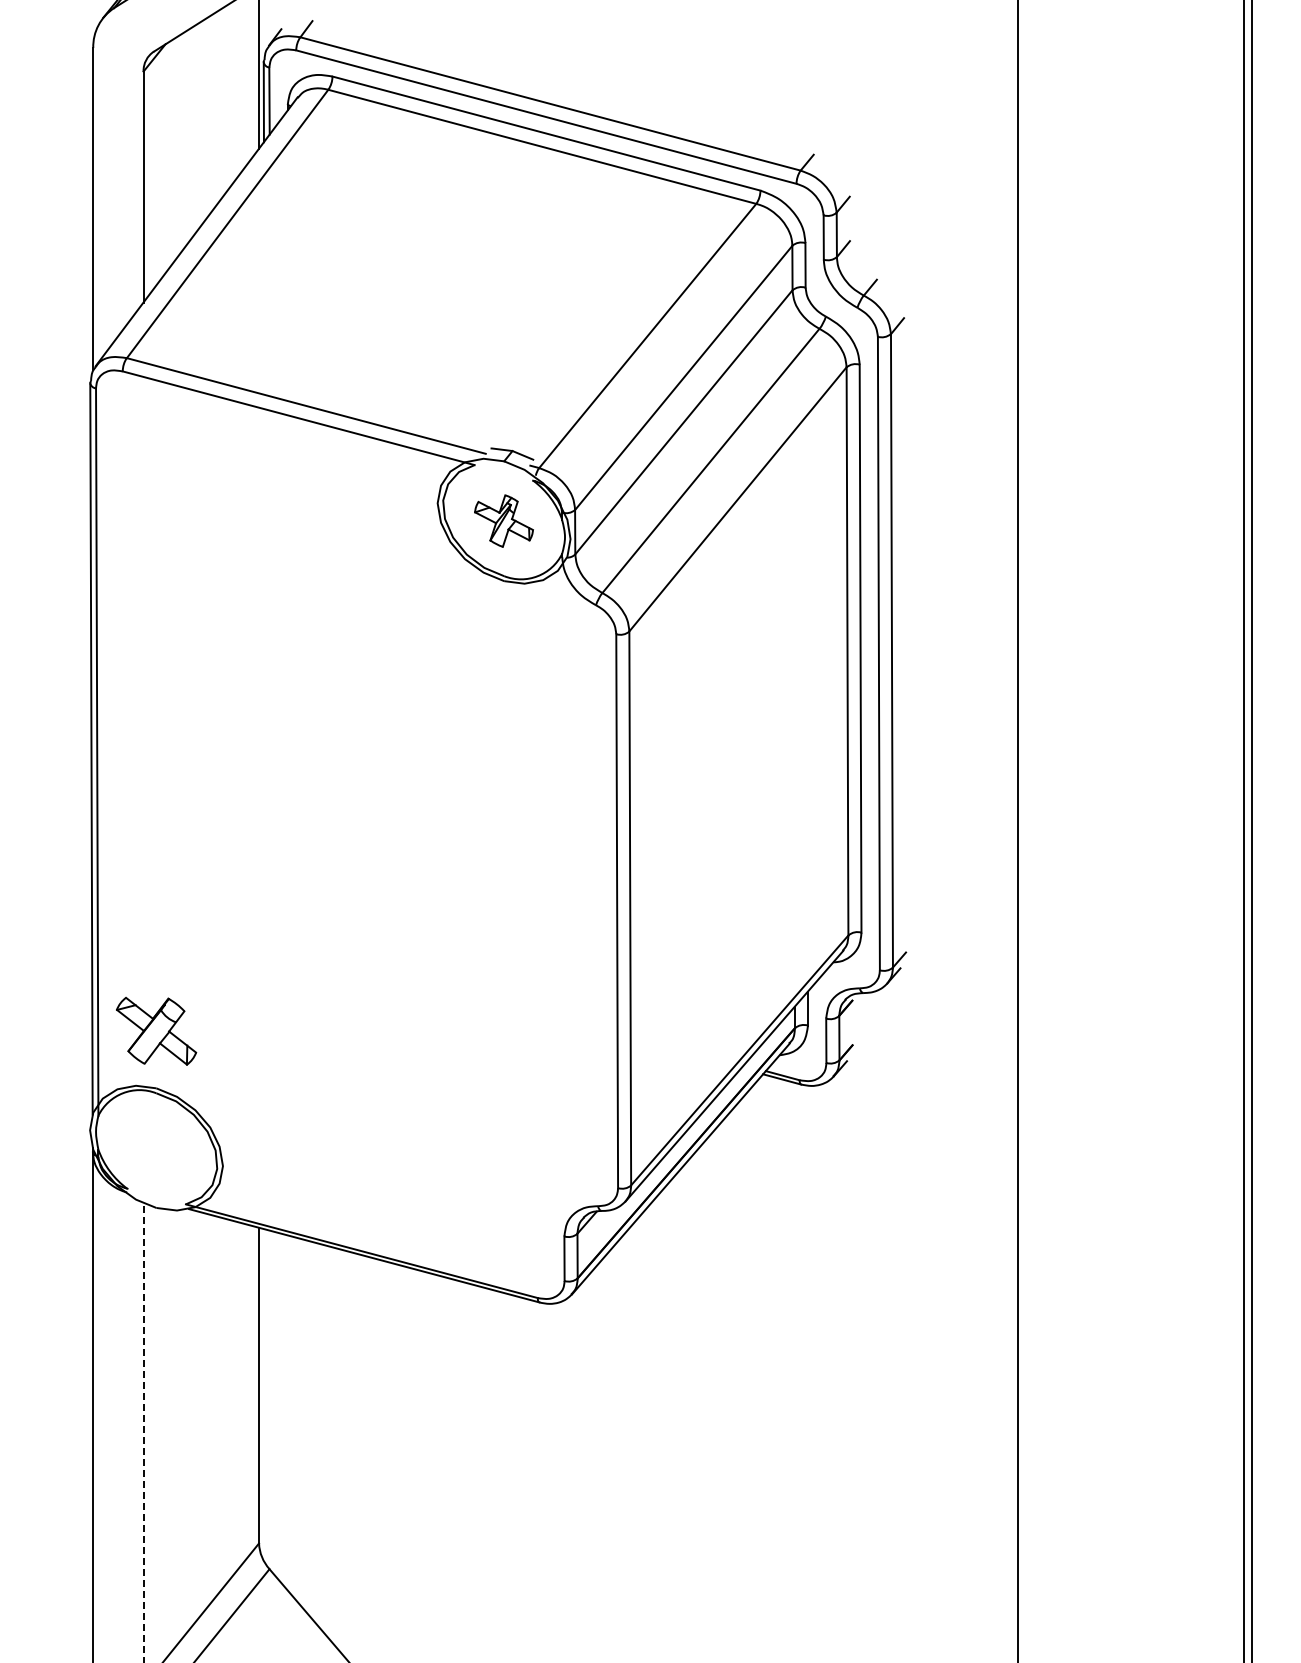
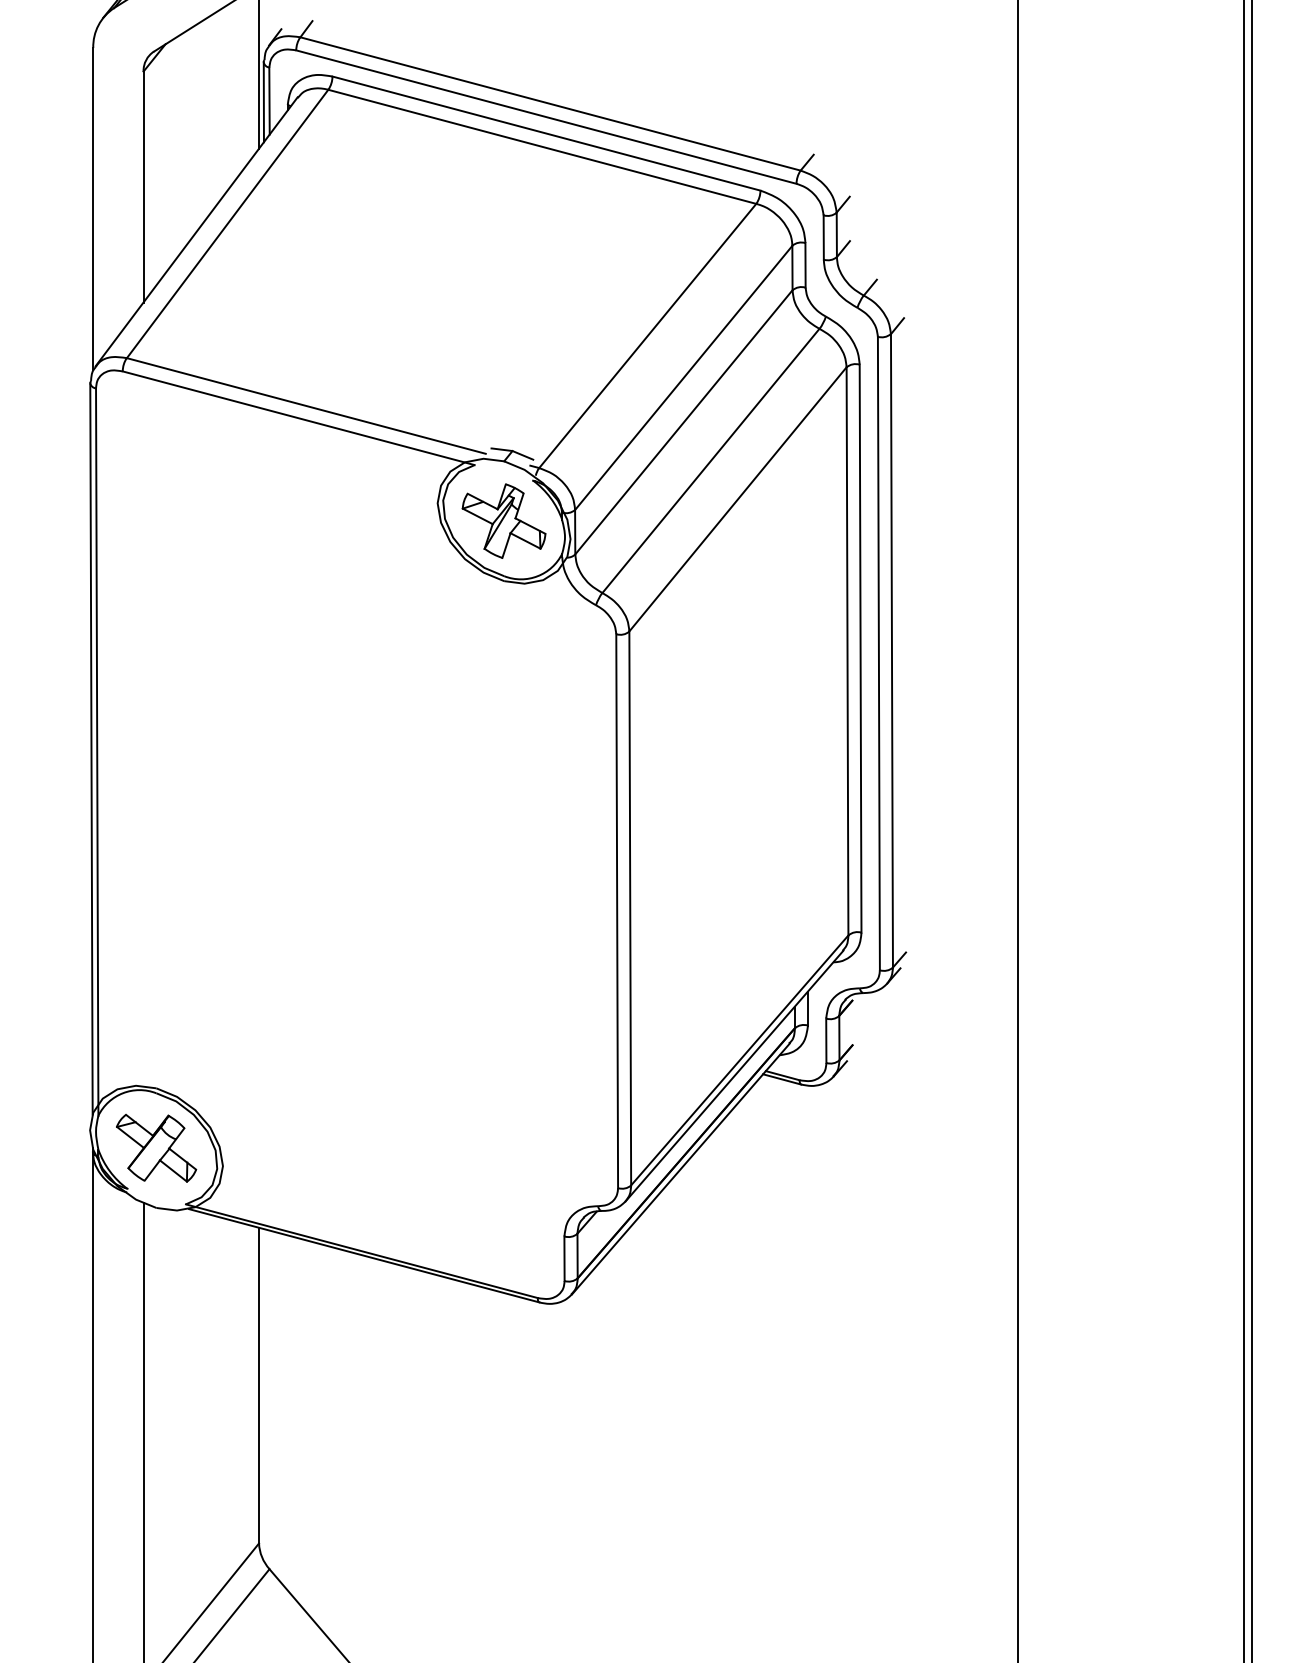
part at (503, 520) size: 60x54 px -> 86x76 px
part at (156, 1030) position: (156, 1030) -> (156, 1147)
line at (143, 1432): dashed -> solid
